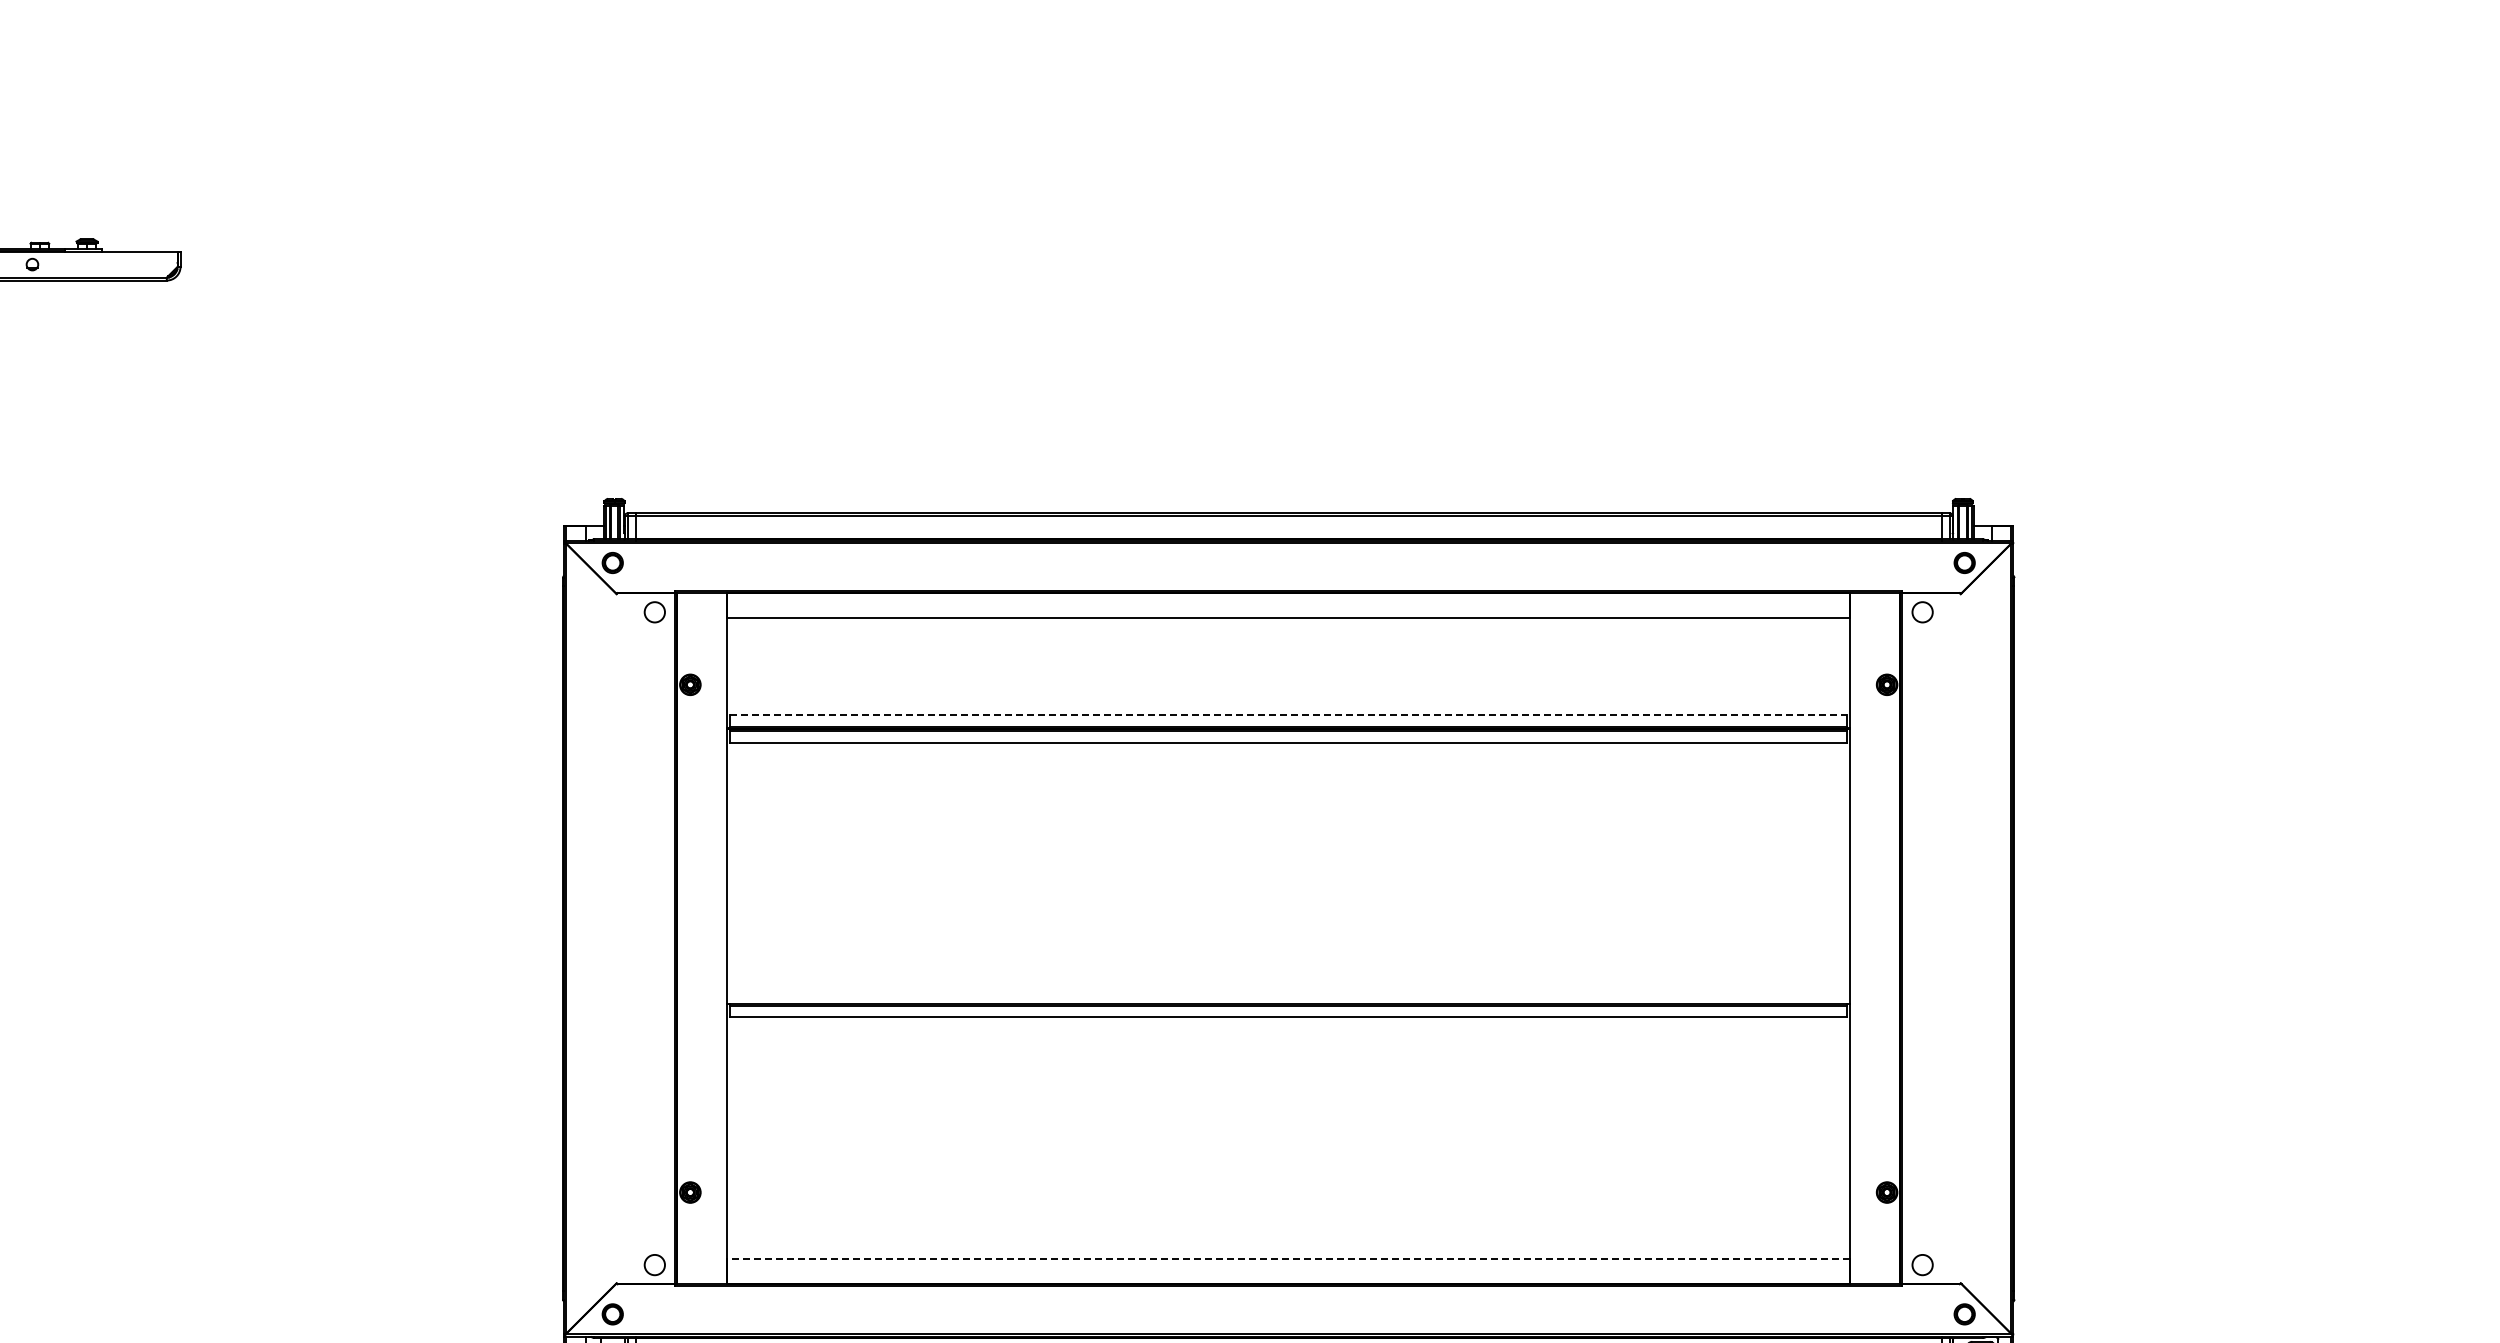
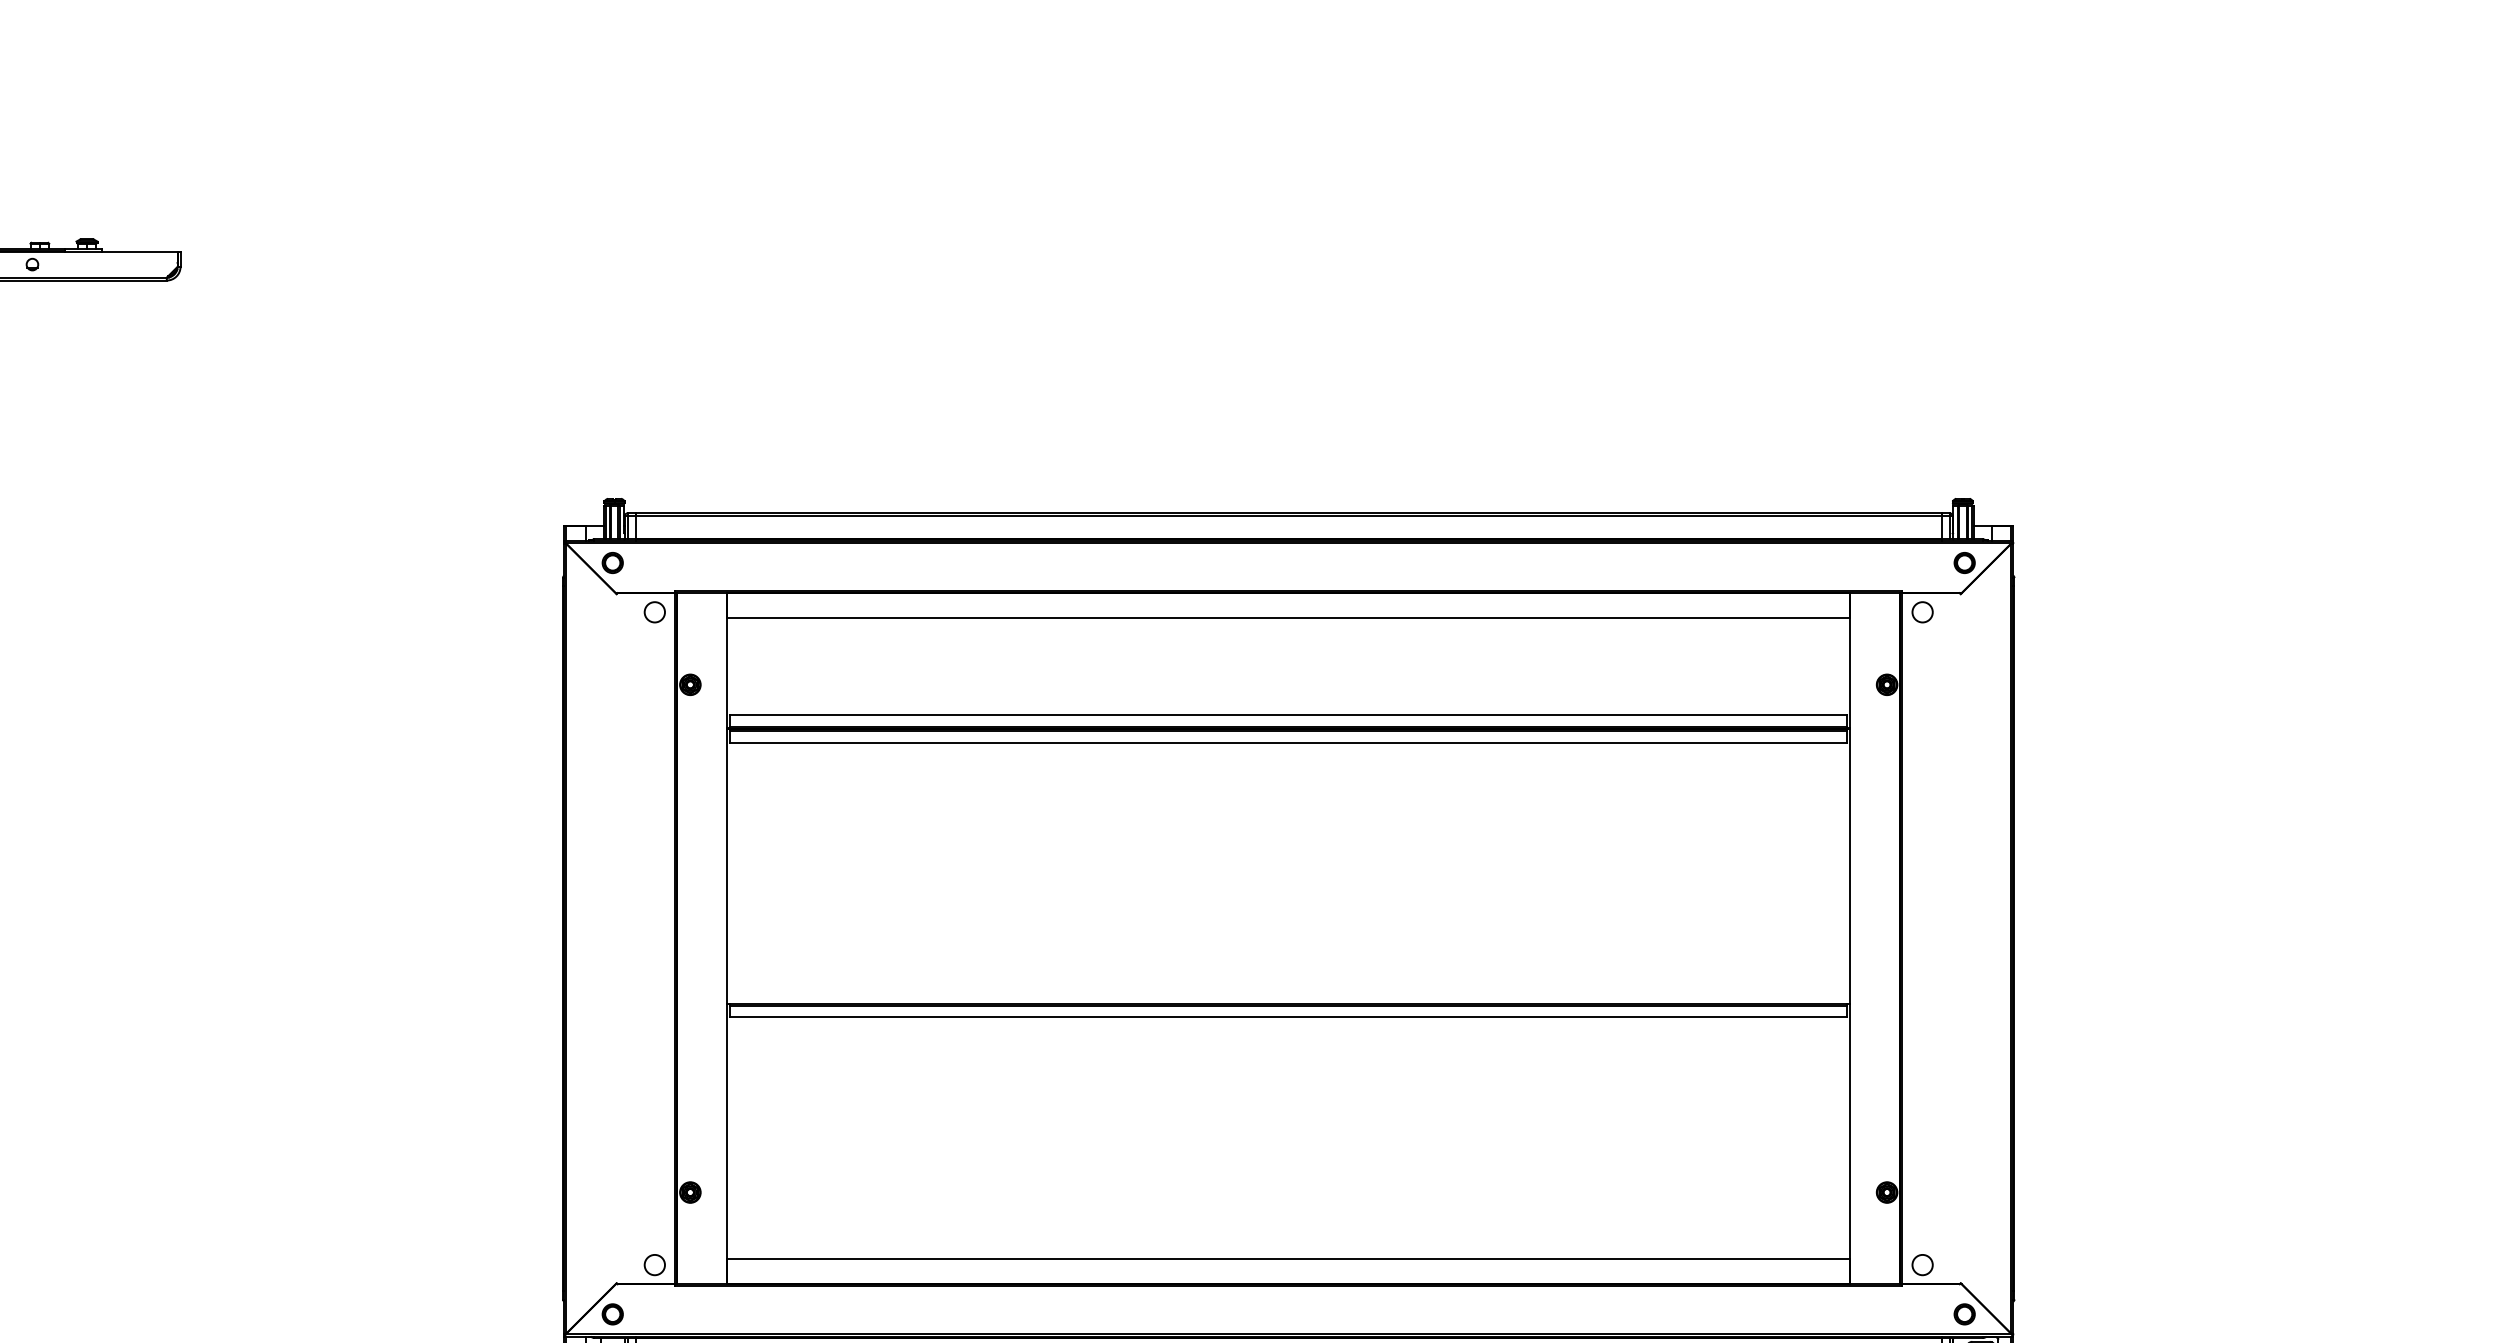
line at (1289, 714): dashed -> solid
line at (1288, 1258): dashed -> solid
